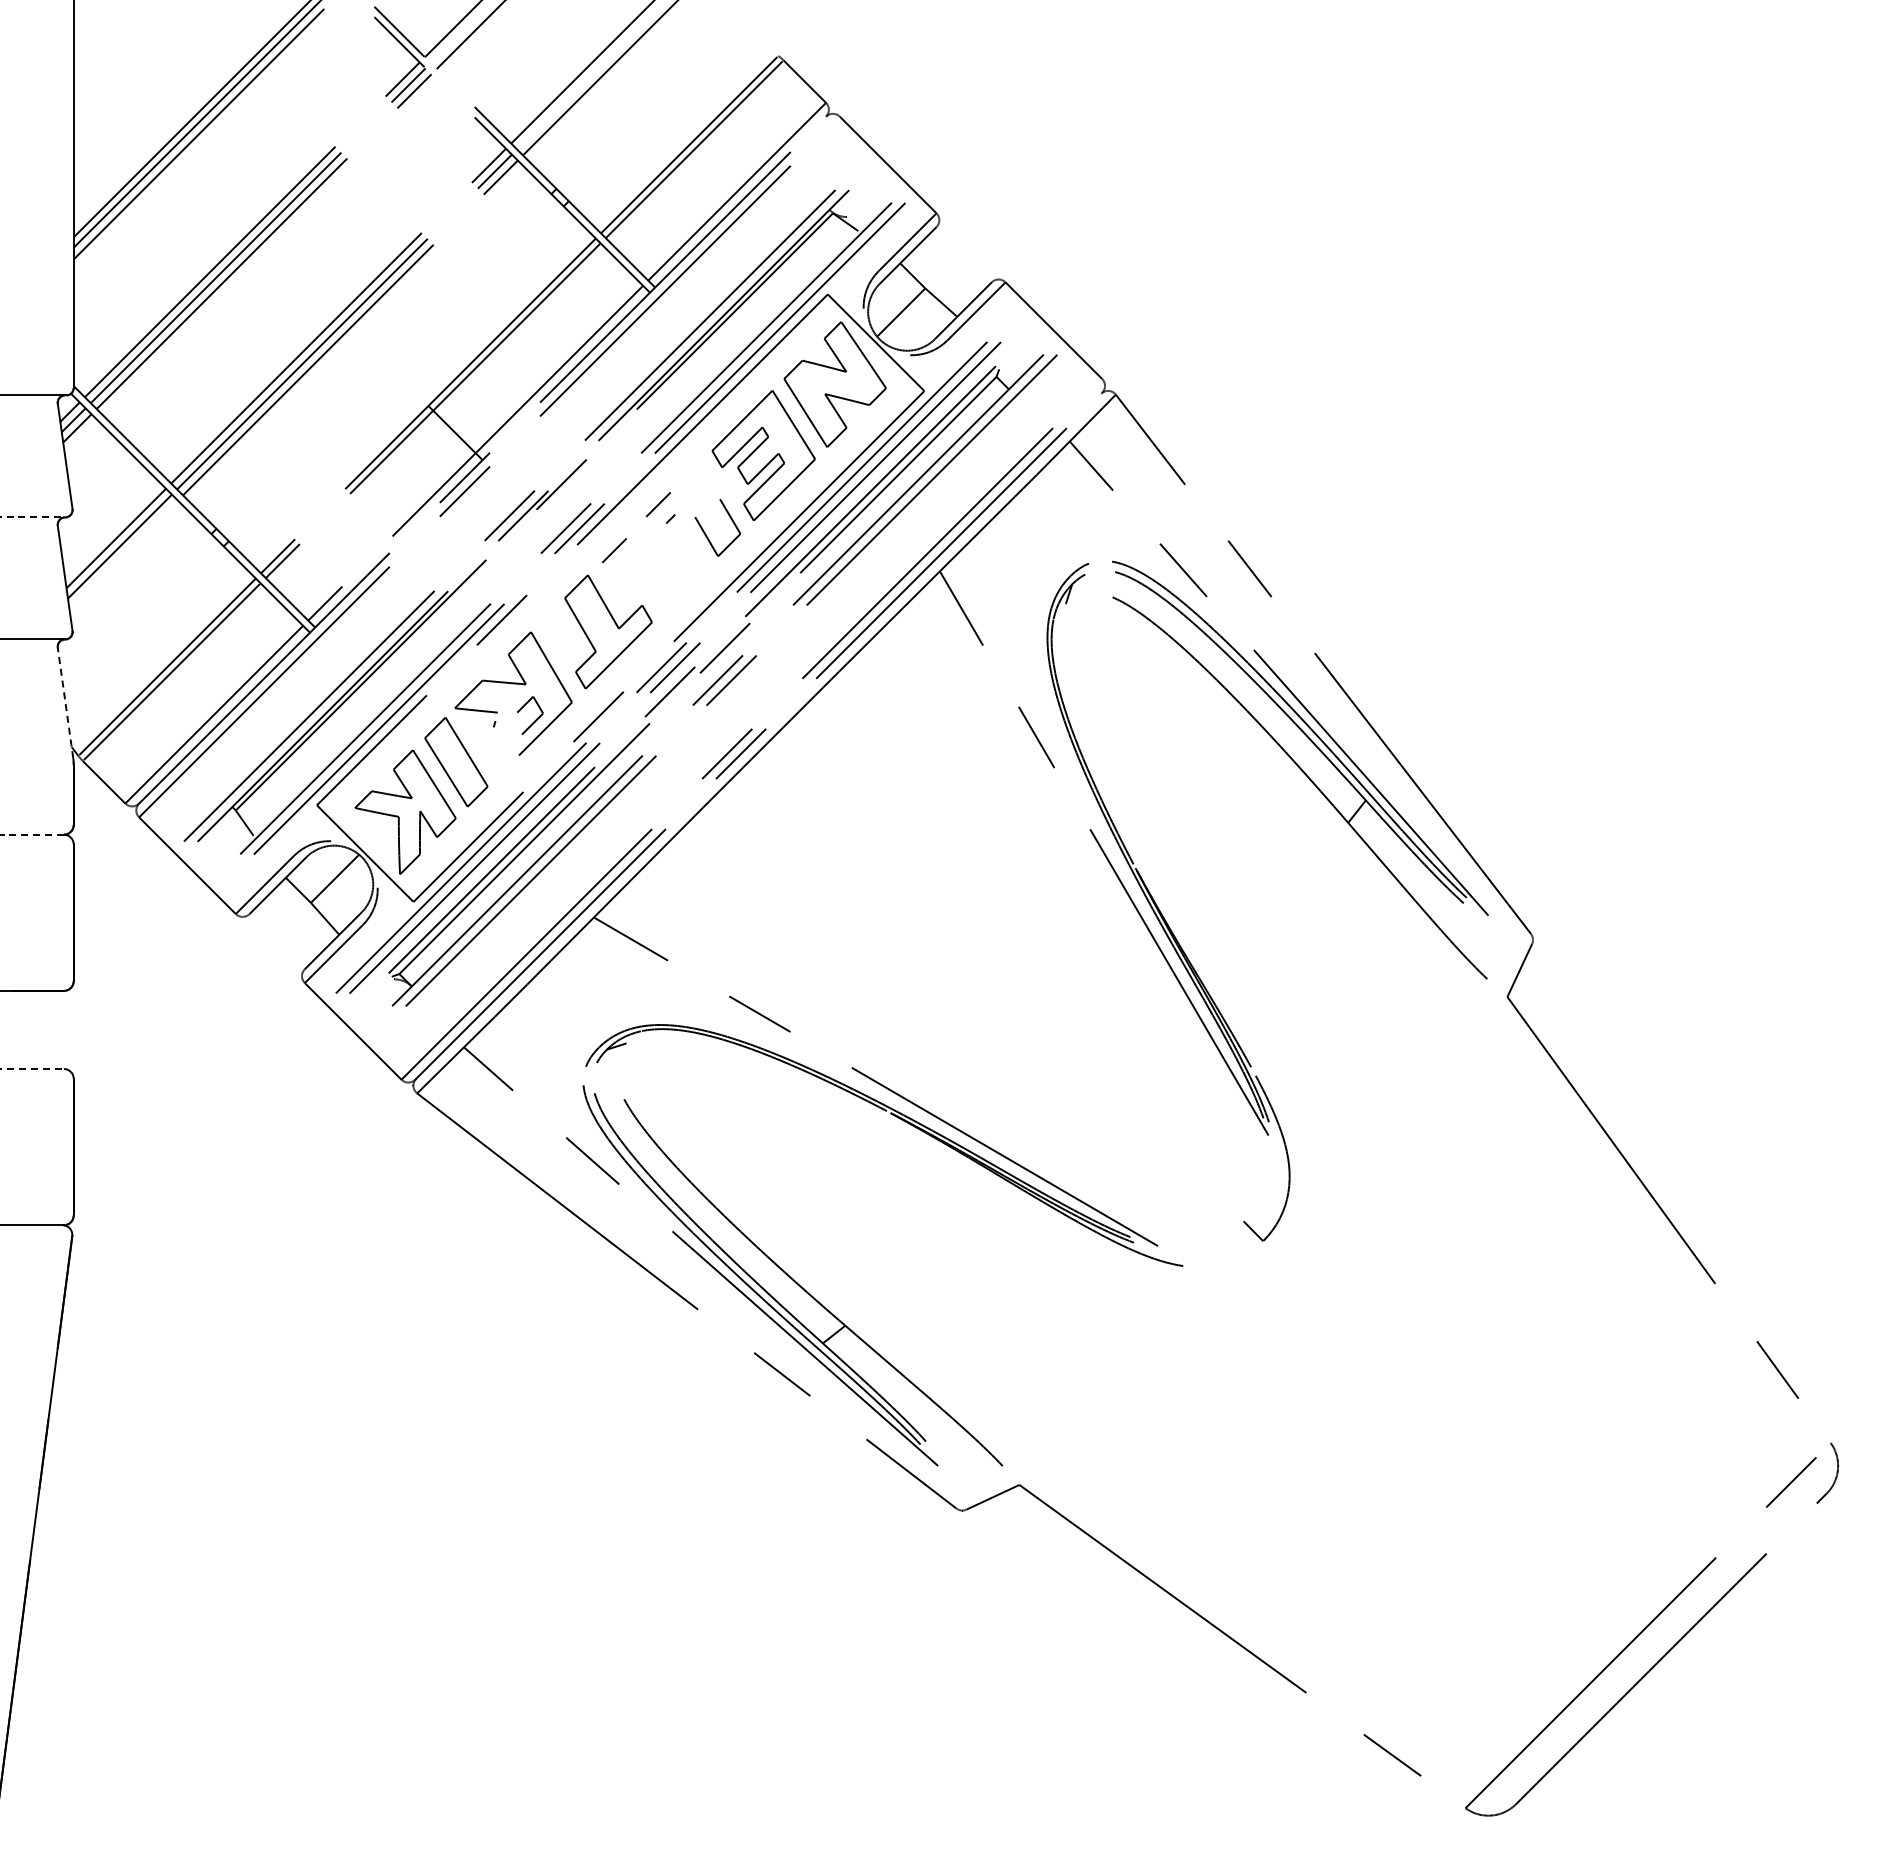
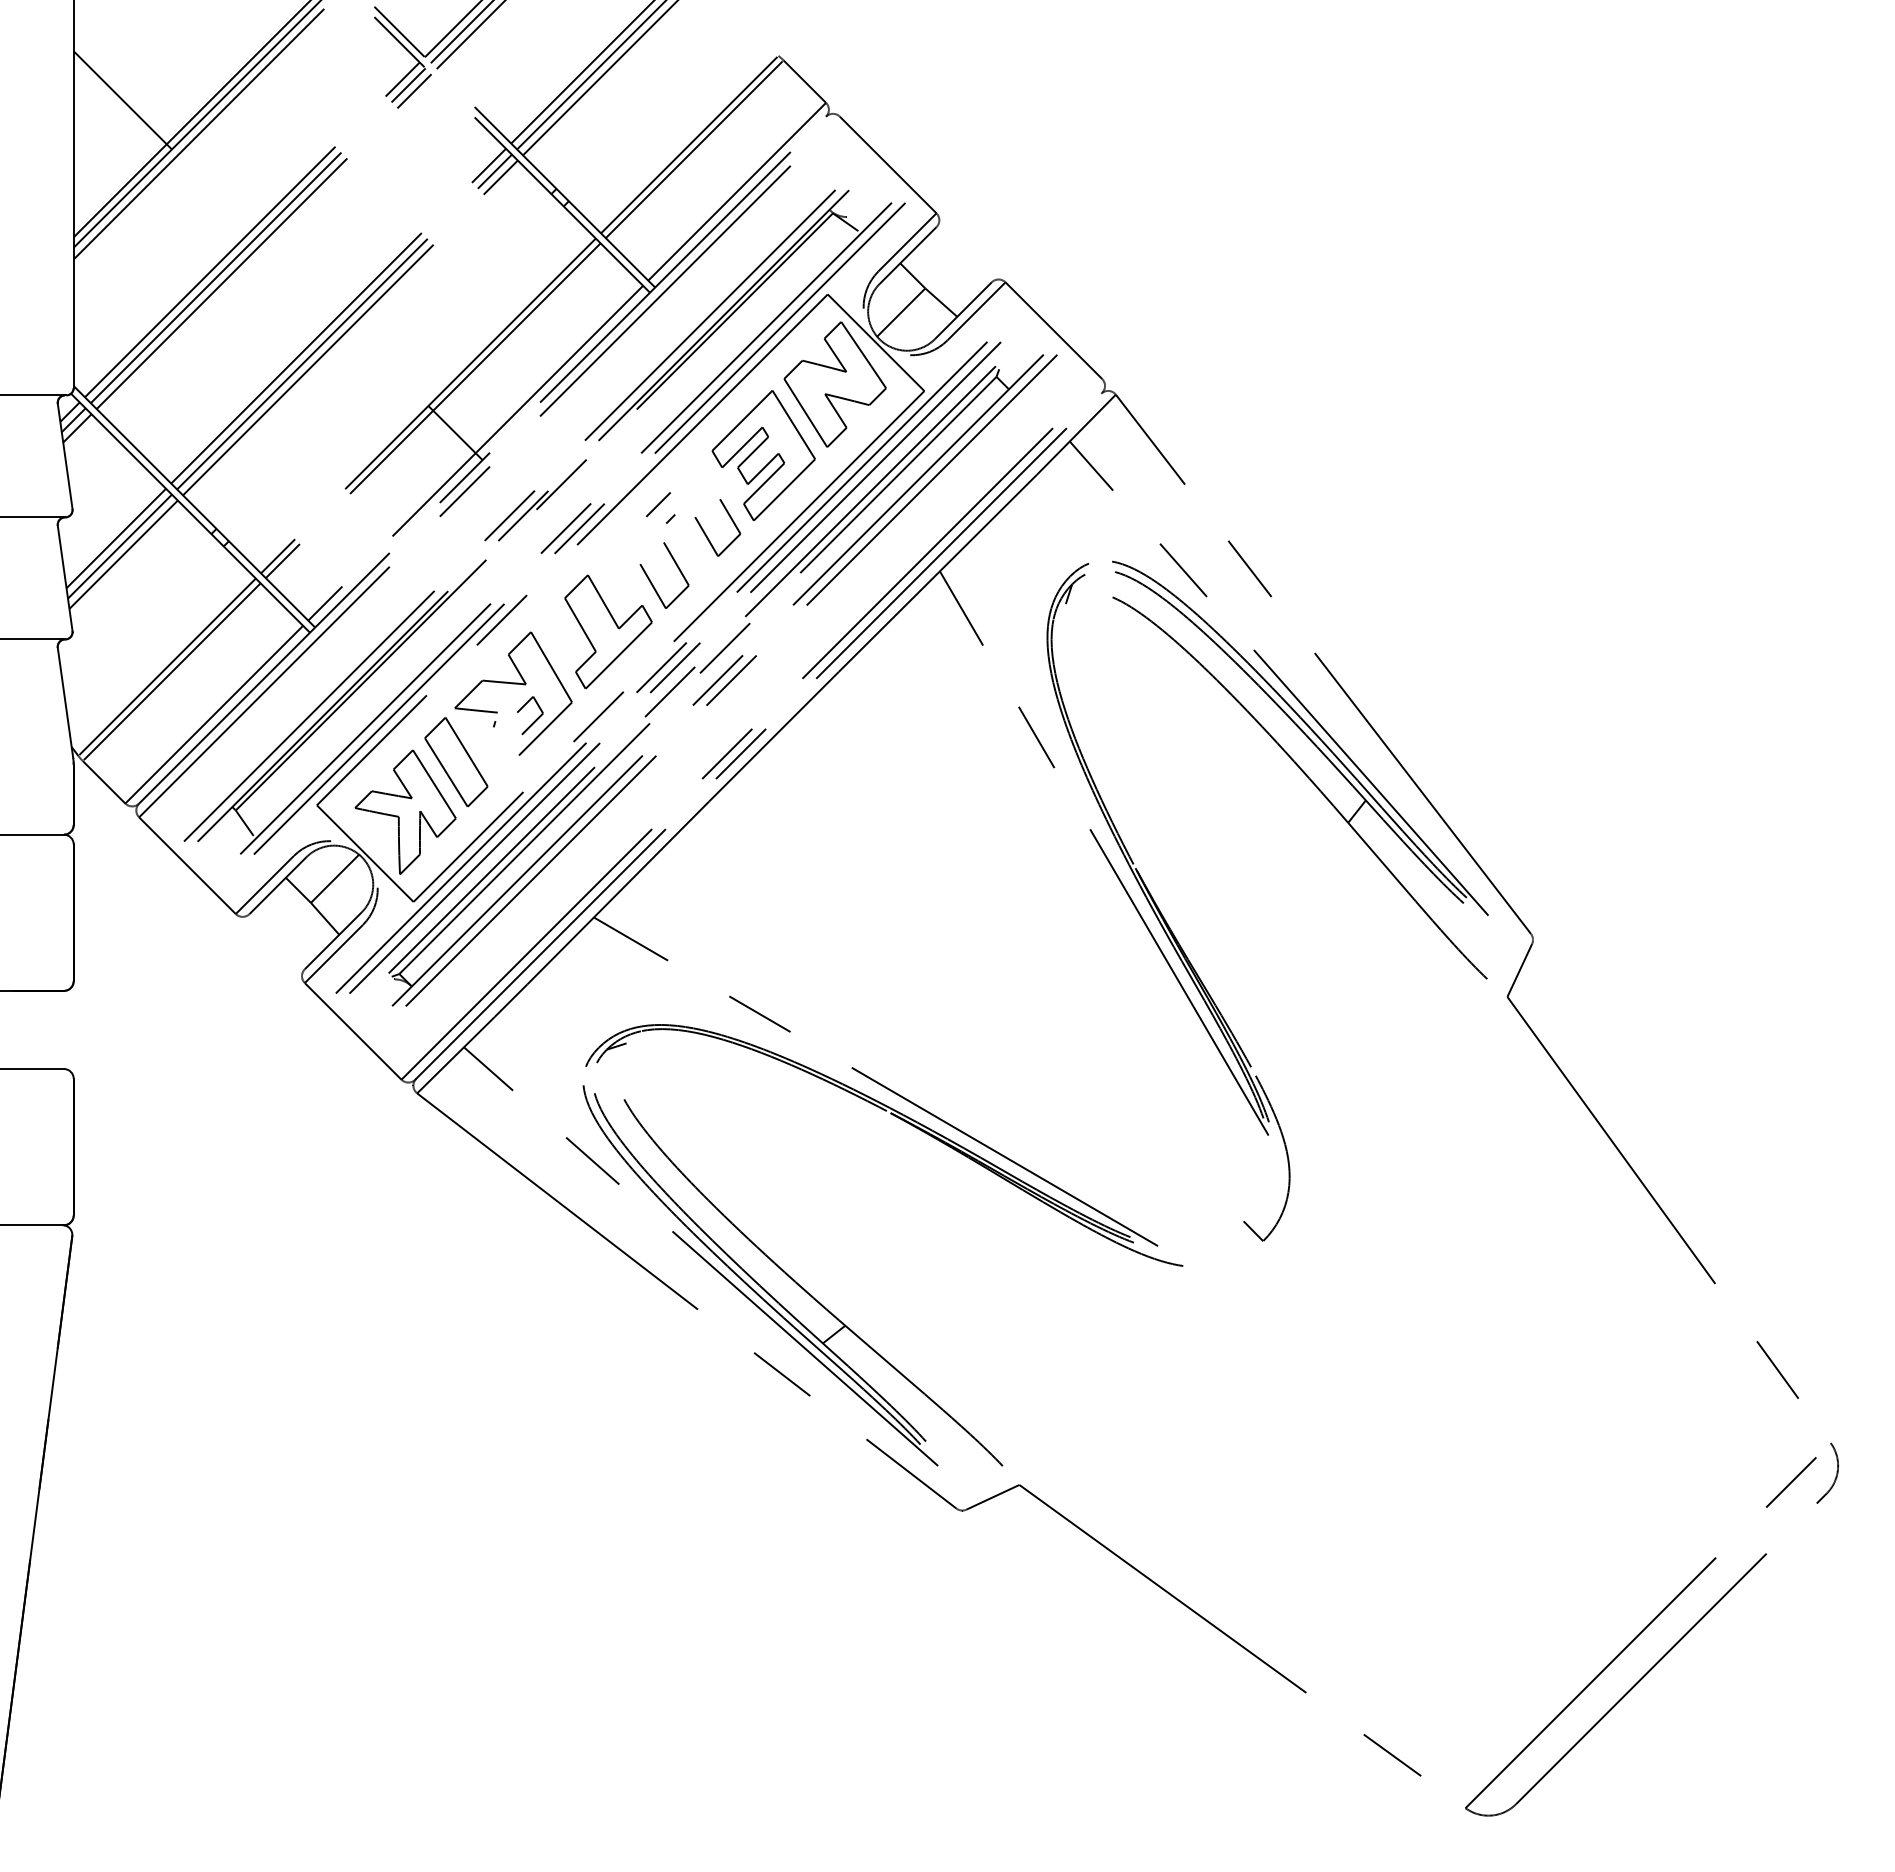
line at (460, 32): none -> present
line at (590, 75): none -> present
line at (122, 100): none -> present
line at (32, 517): dashed -> solid
line at (614, 550): present -> none
line at (123, 554): none -> present
part at (653, 584): none -> present
line at (65, 702): dashed -> solid
line at (31, 834): dashed -> solid
line at (32, 1069): dashed -> solid
